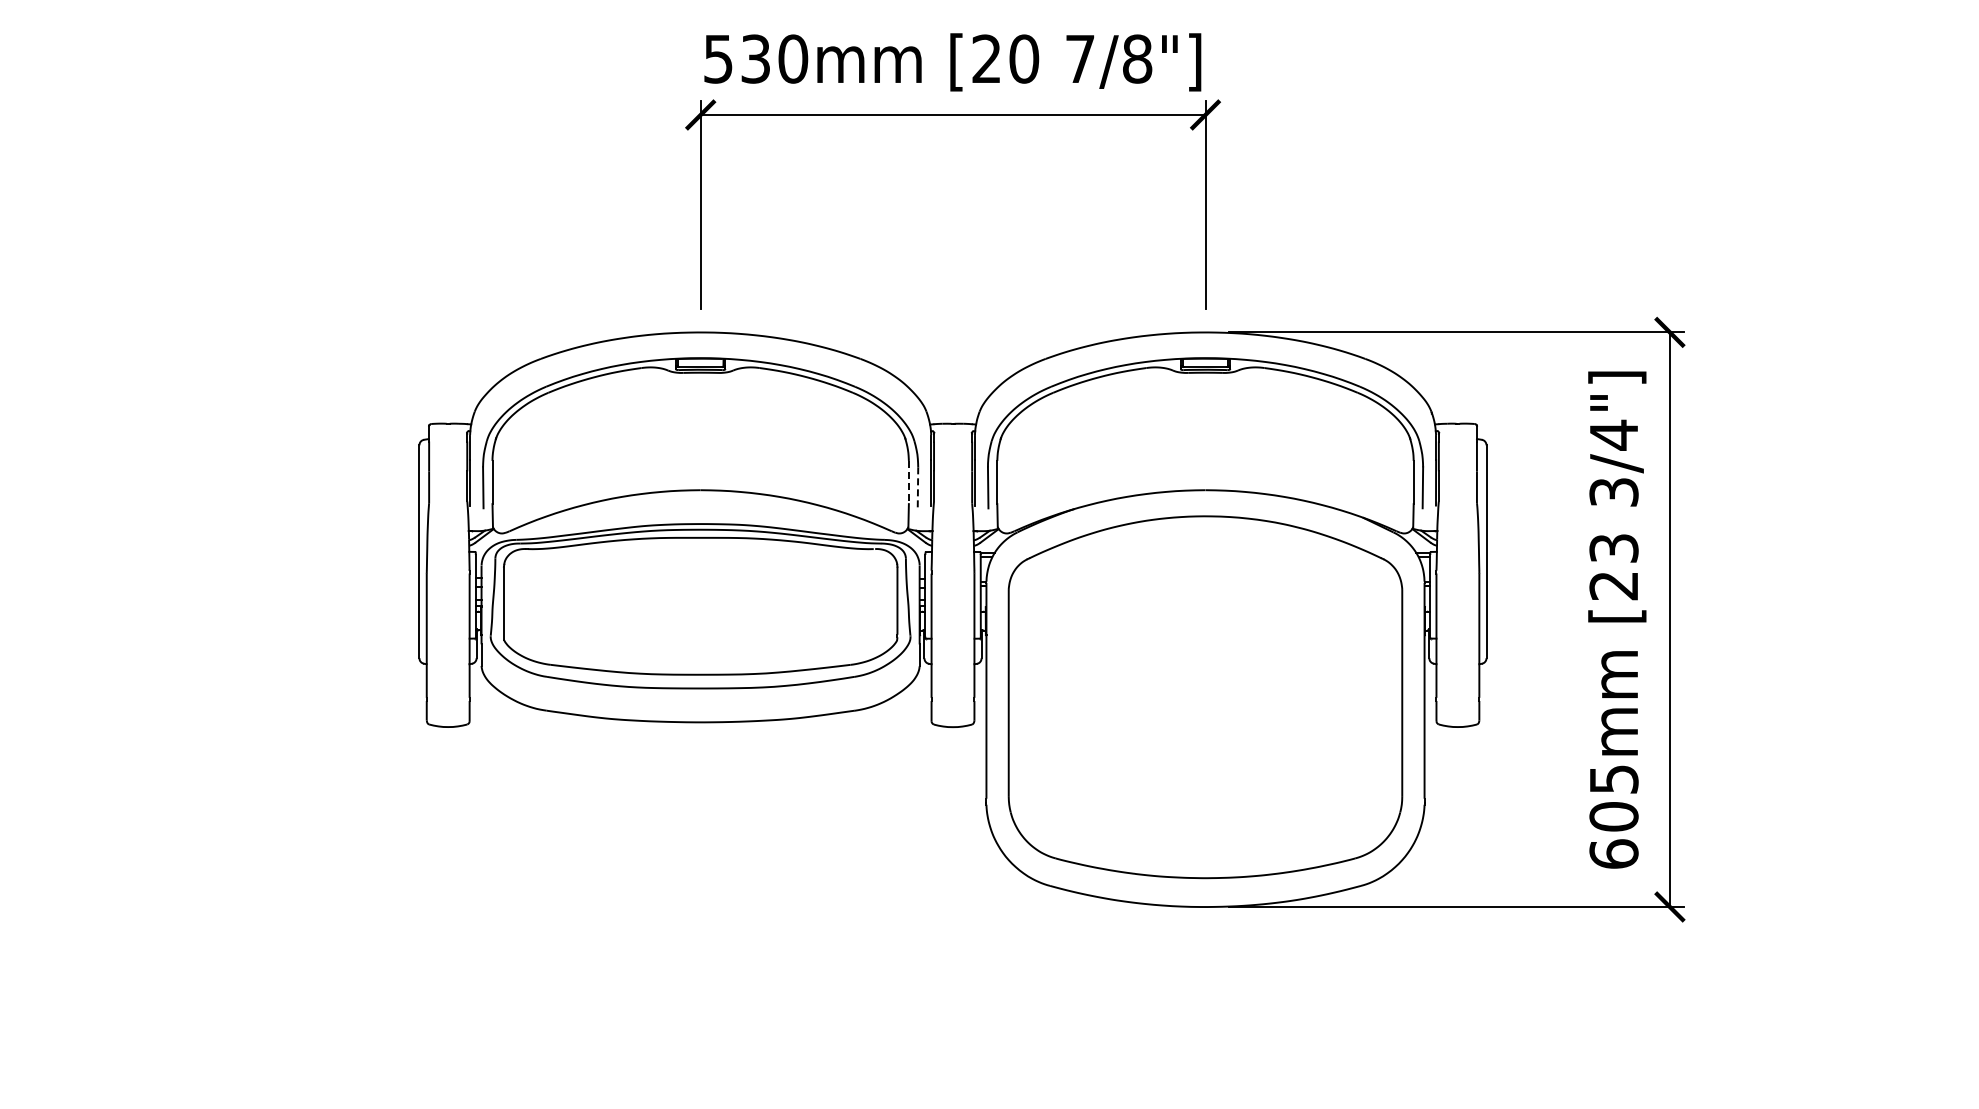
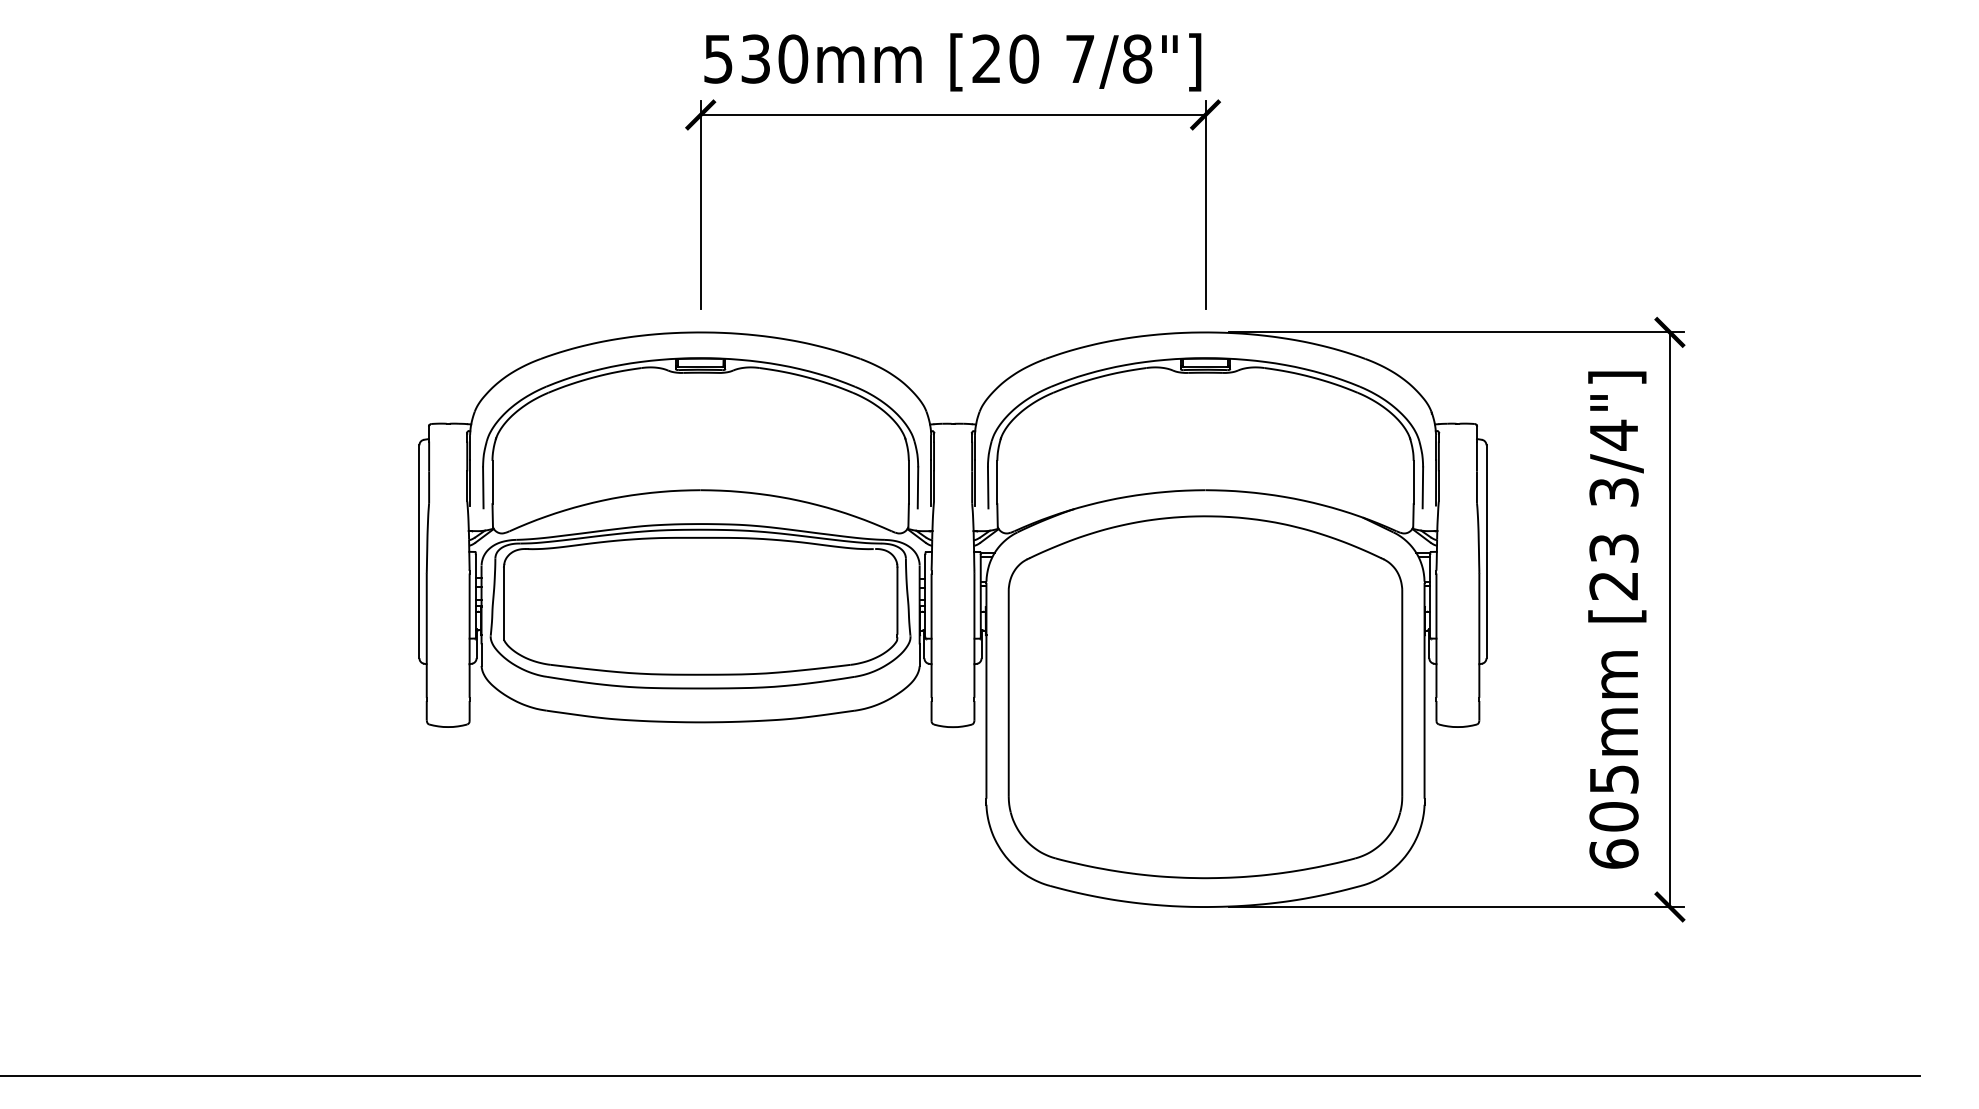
line at (908, 482): dashed -> solid
line at (917, 487): dashed -> solid
line at (960, 1075): none -> present
